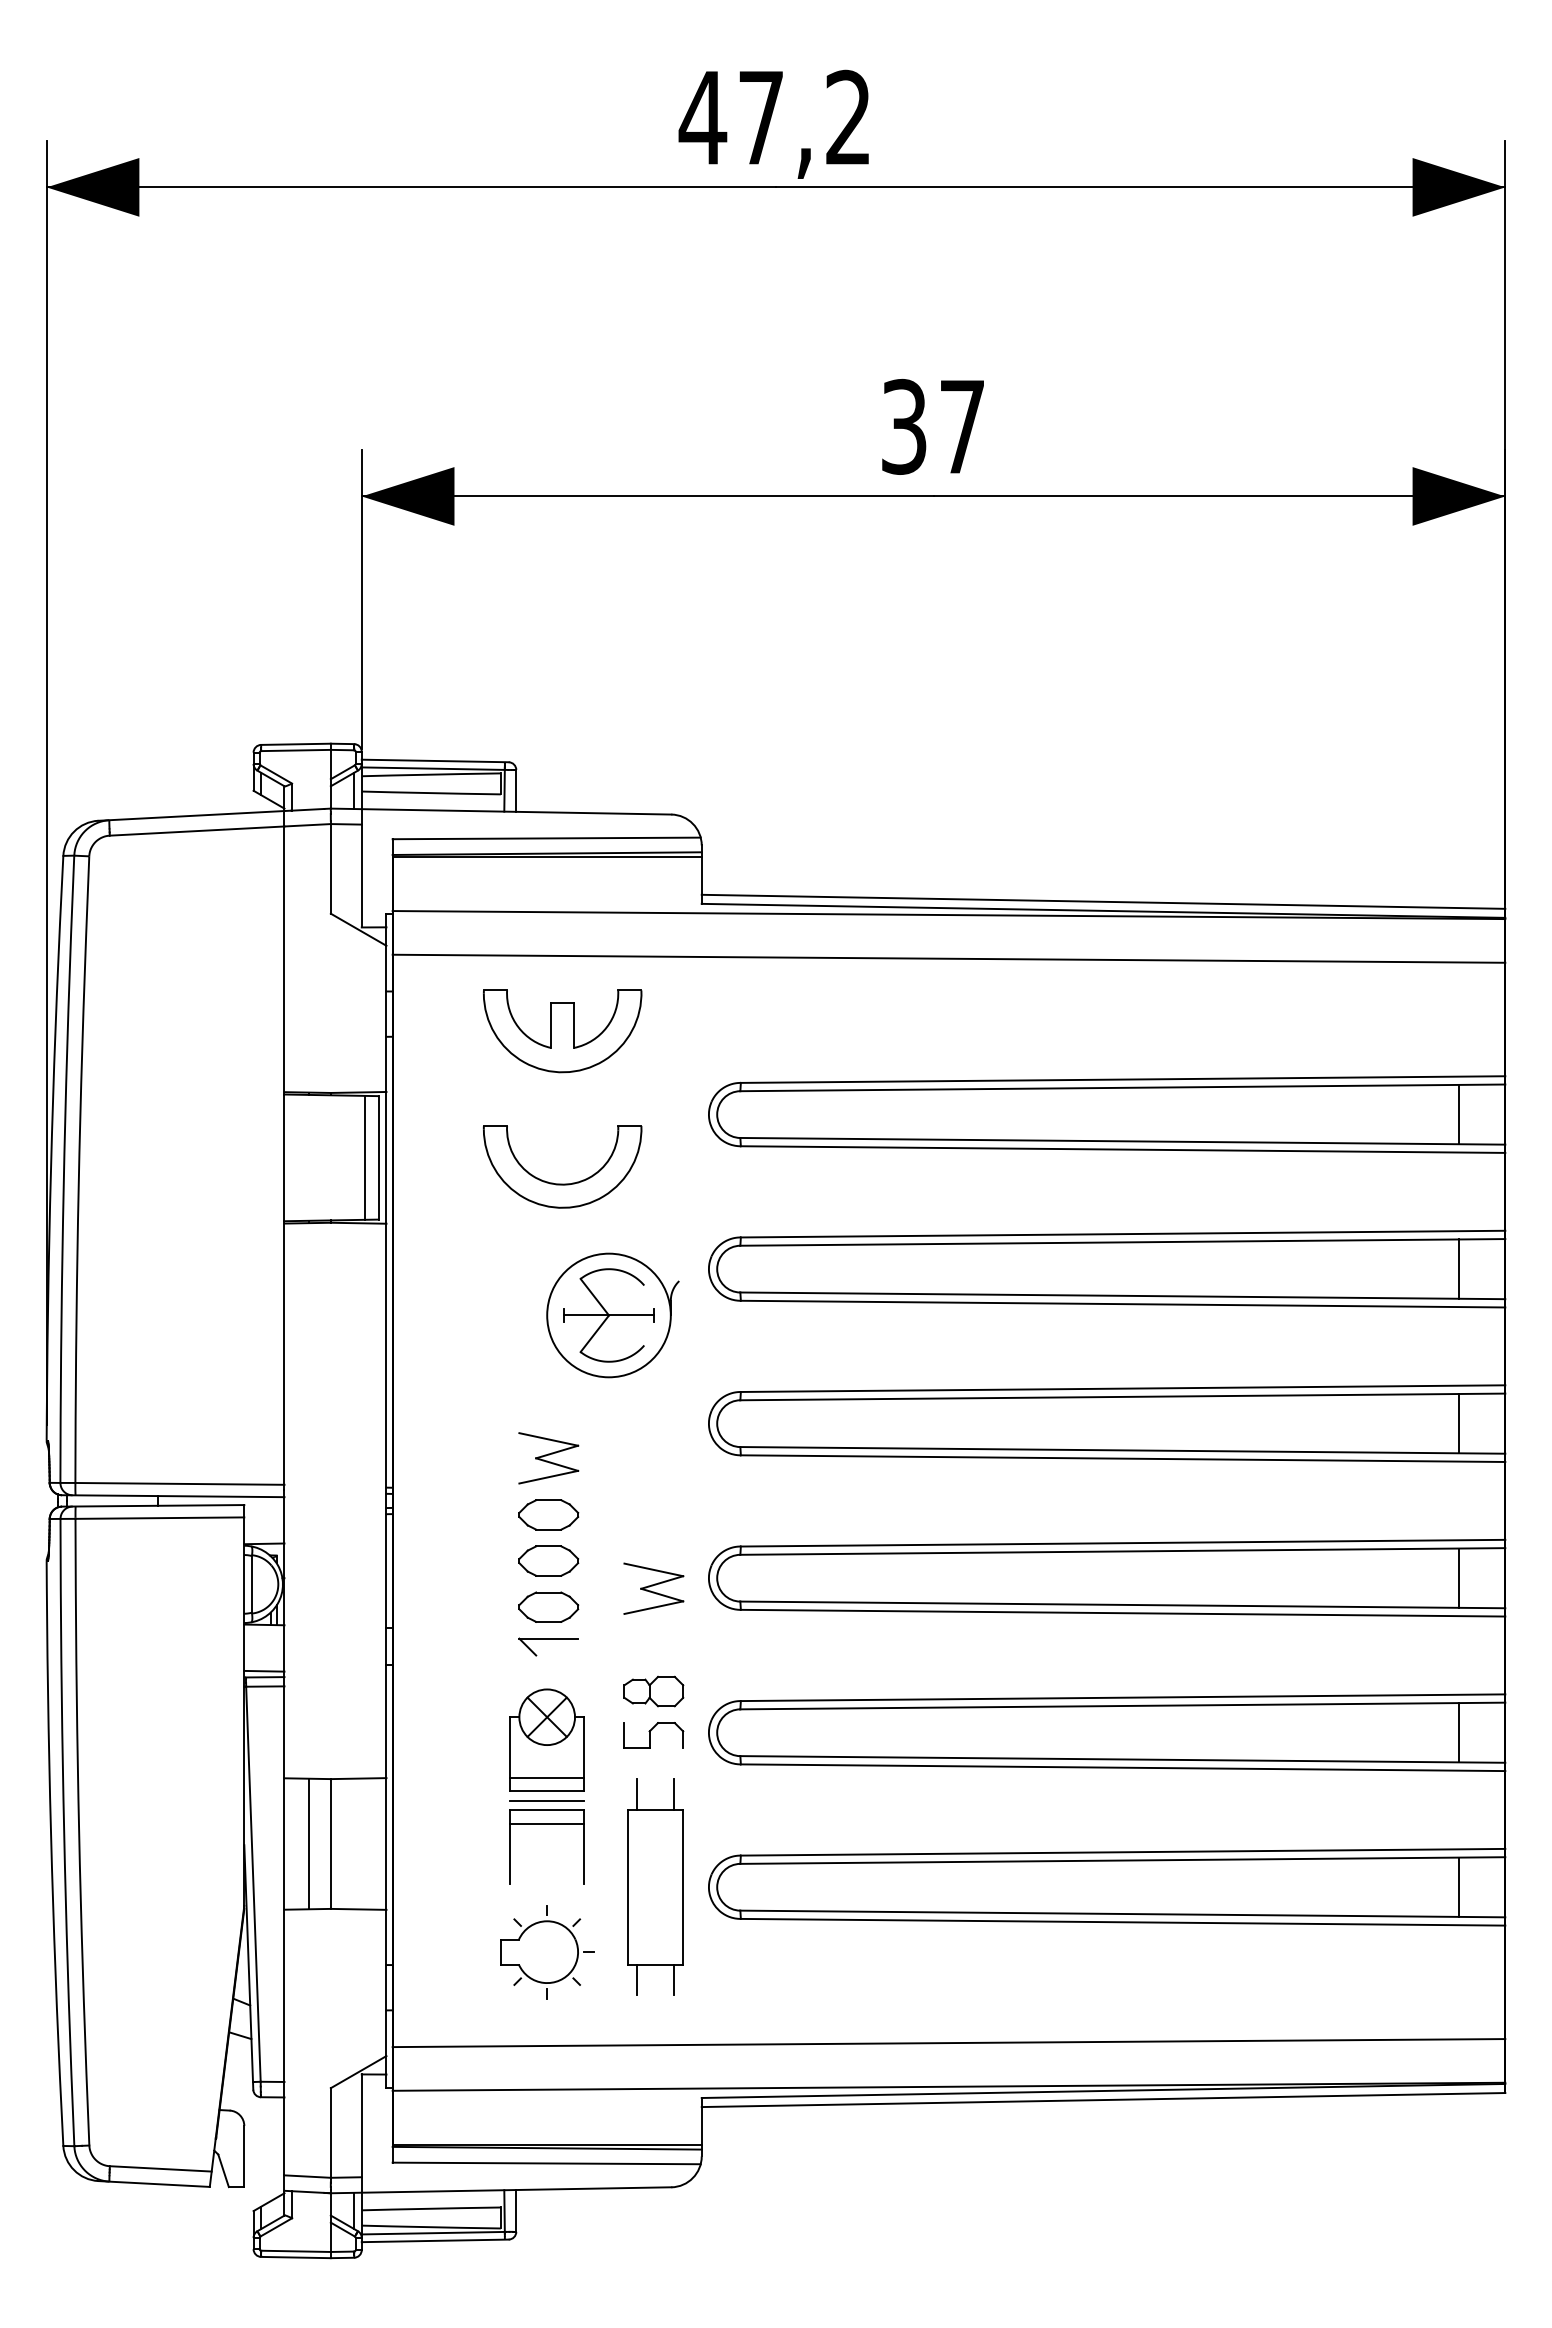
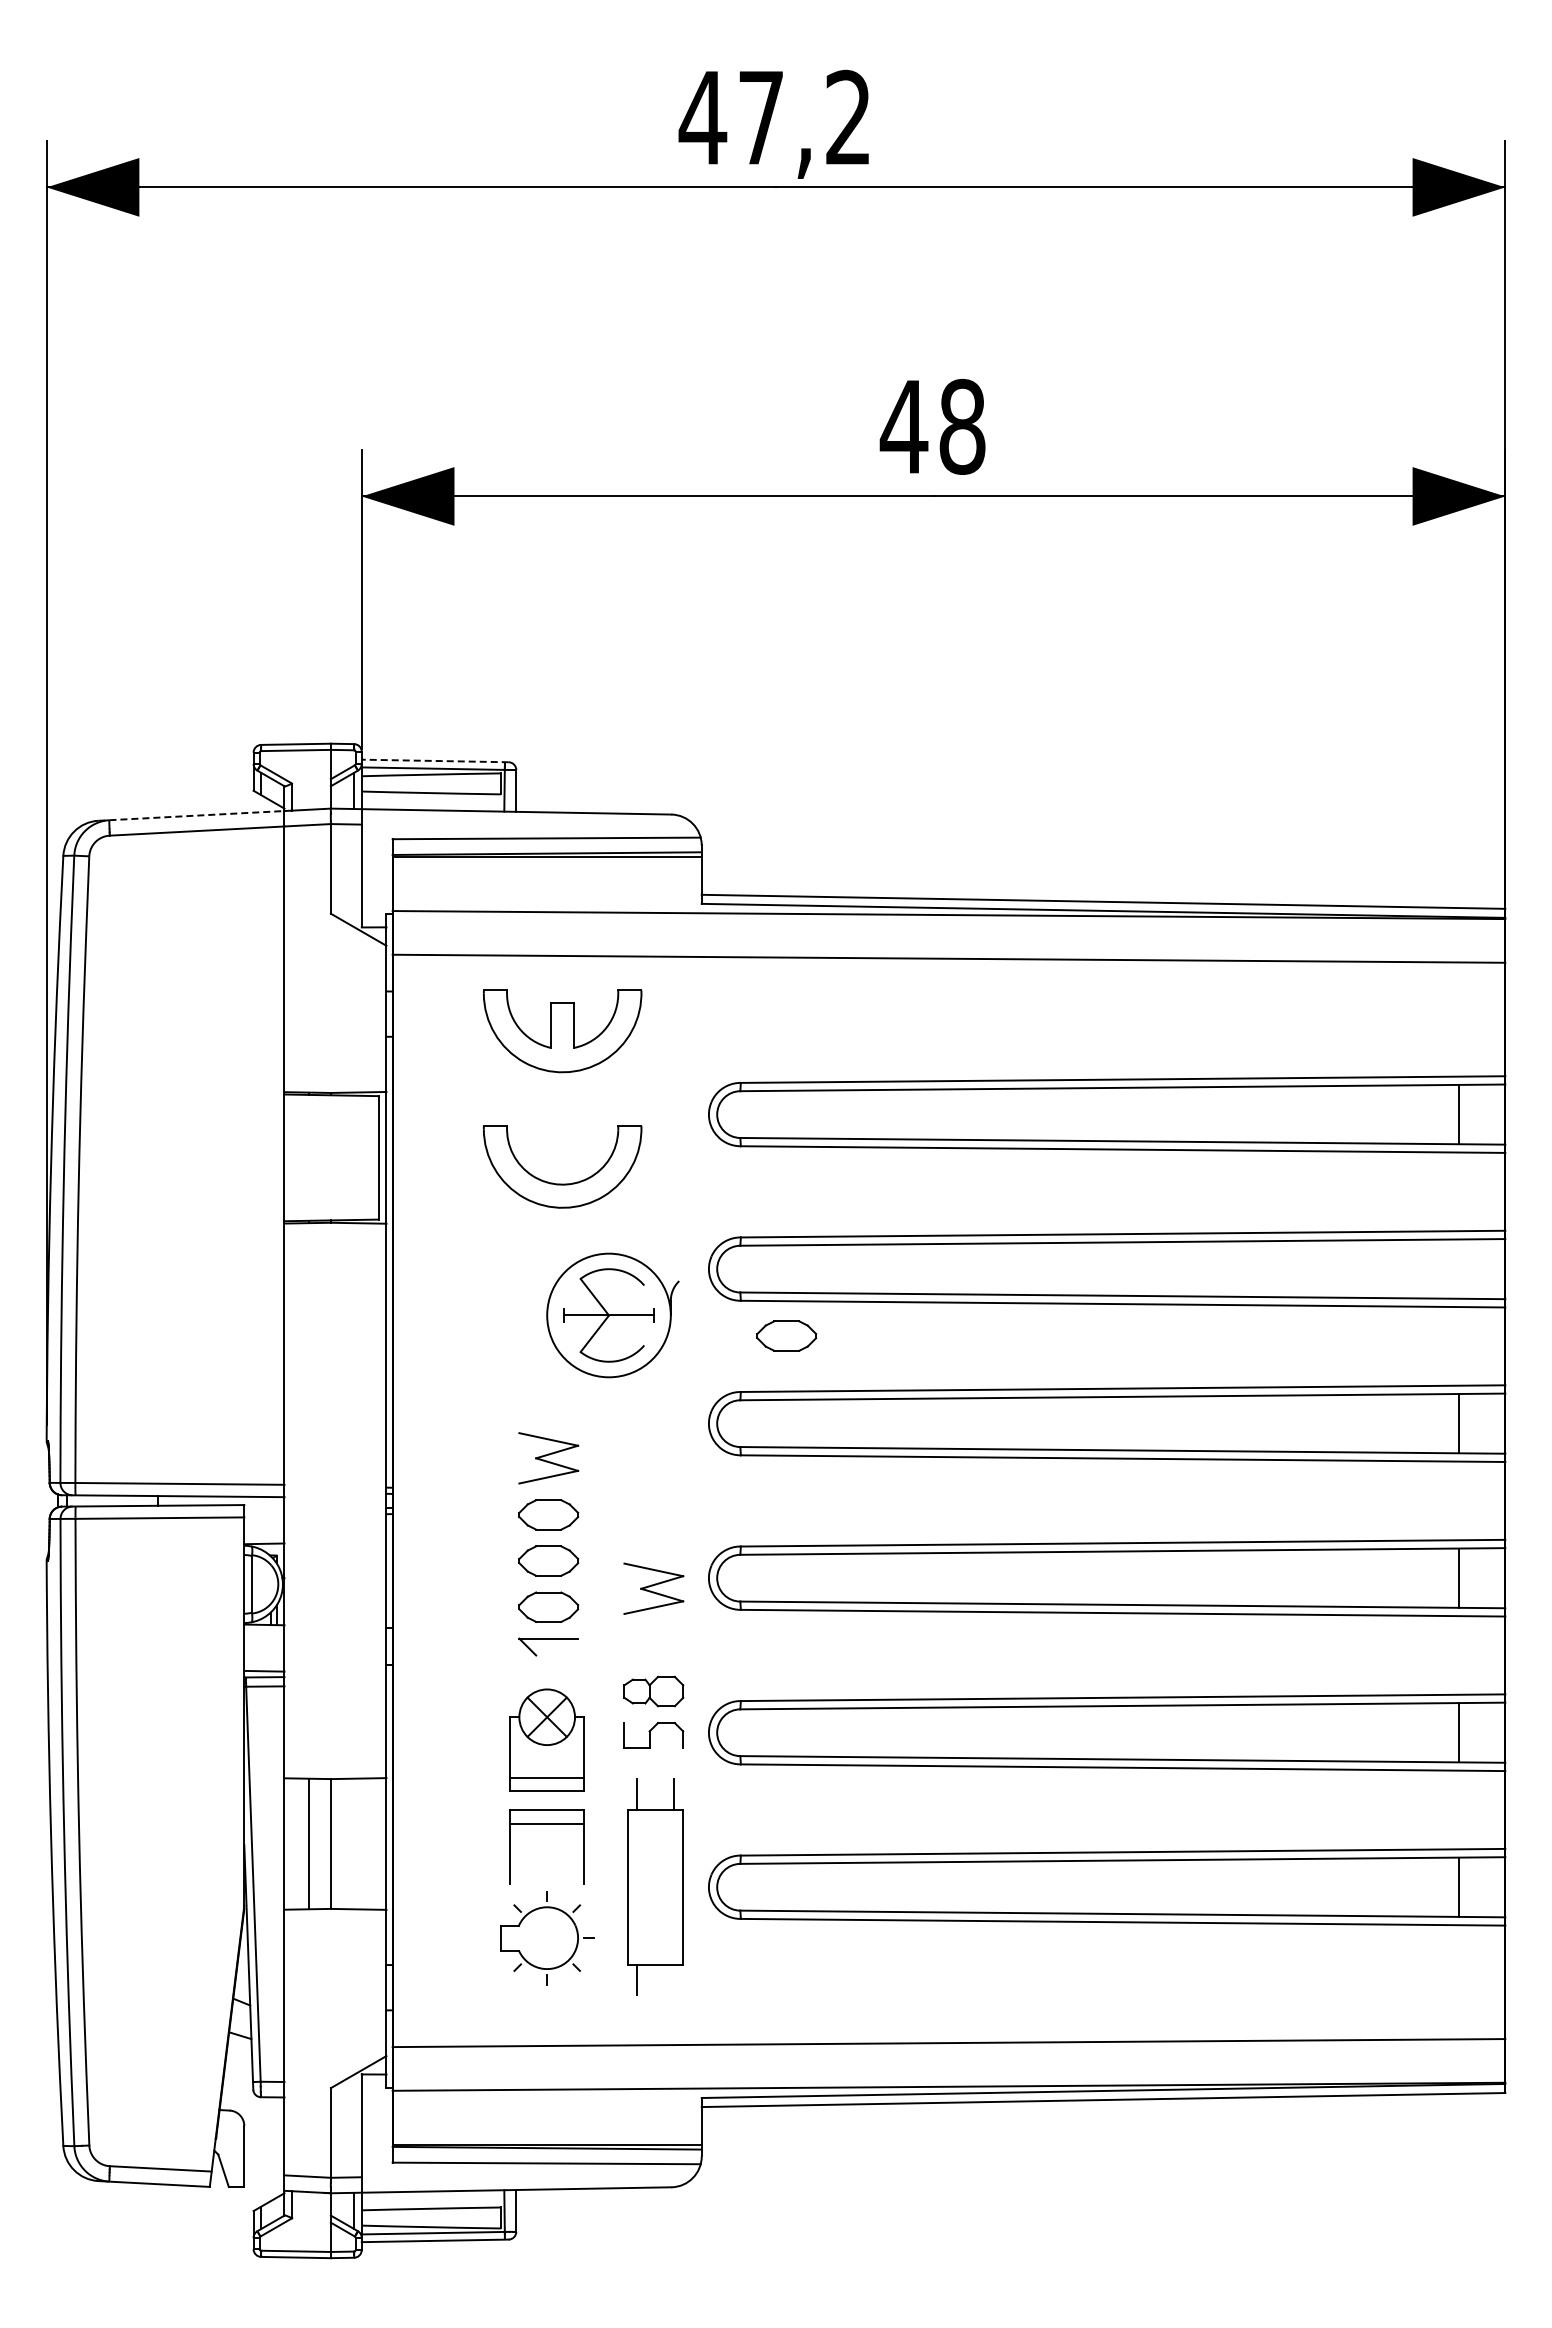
text at (932, 426): 37 -> 48
line at (434, 760): solid -> dashed
line at (191, 815): solid -> dashed
line at (364, 1157): present -> none
line at (1458, 1268): present -> none
part at (786, 1335): none -> present
line at (546, 1800): present -> none
part at (547, 1952) position: (547, 1952) -> (547, 1938)
line at (673, 1979): present -> none
